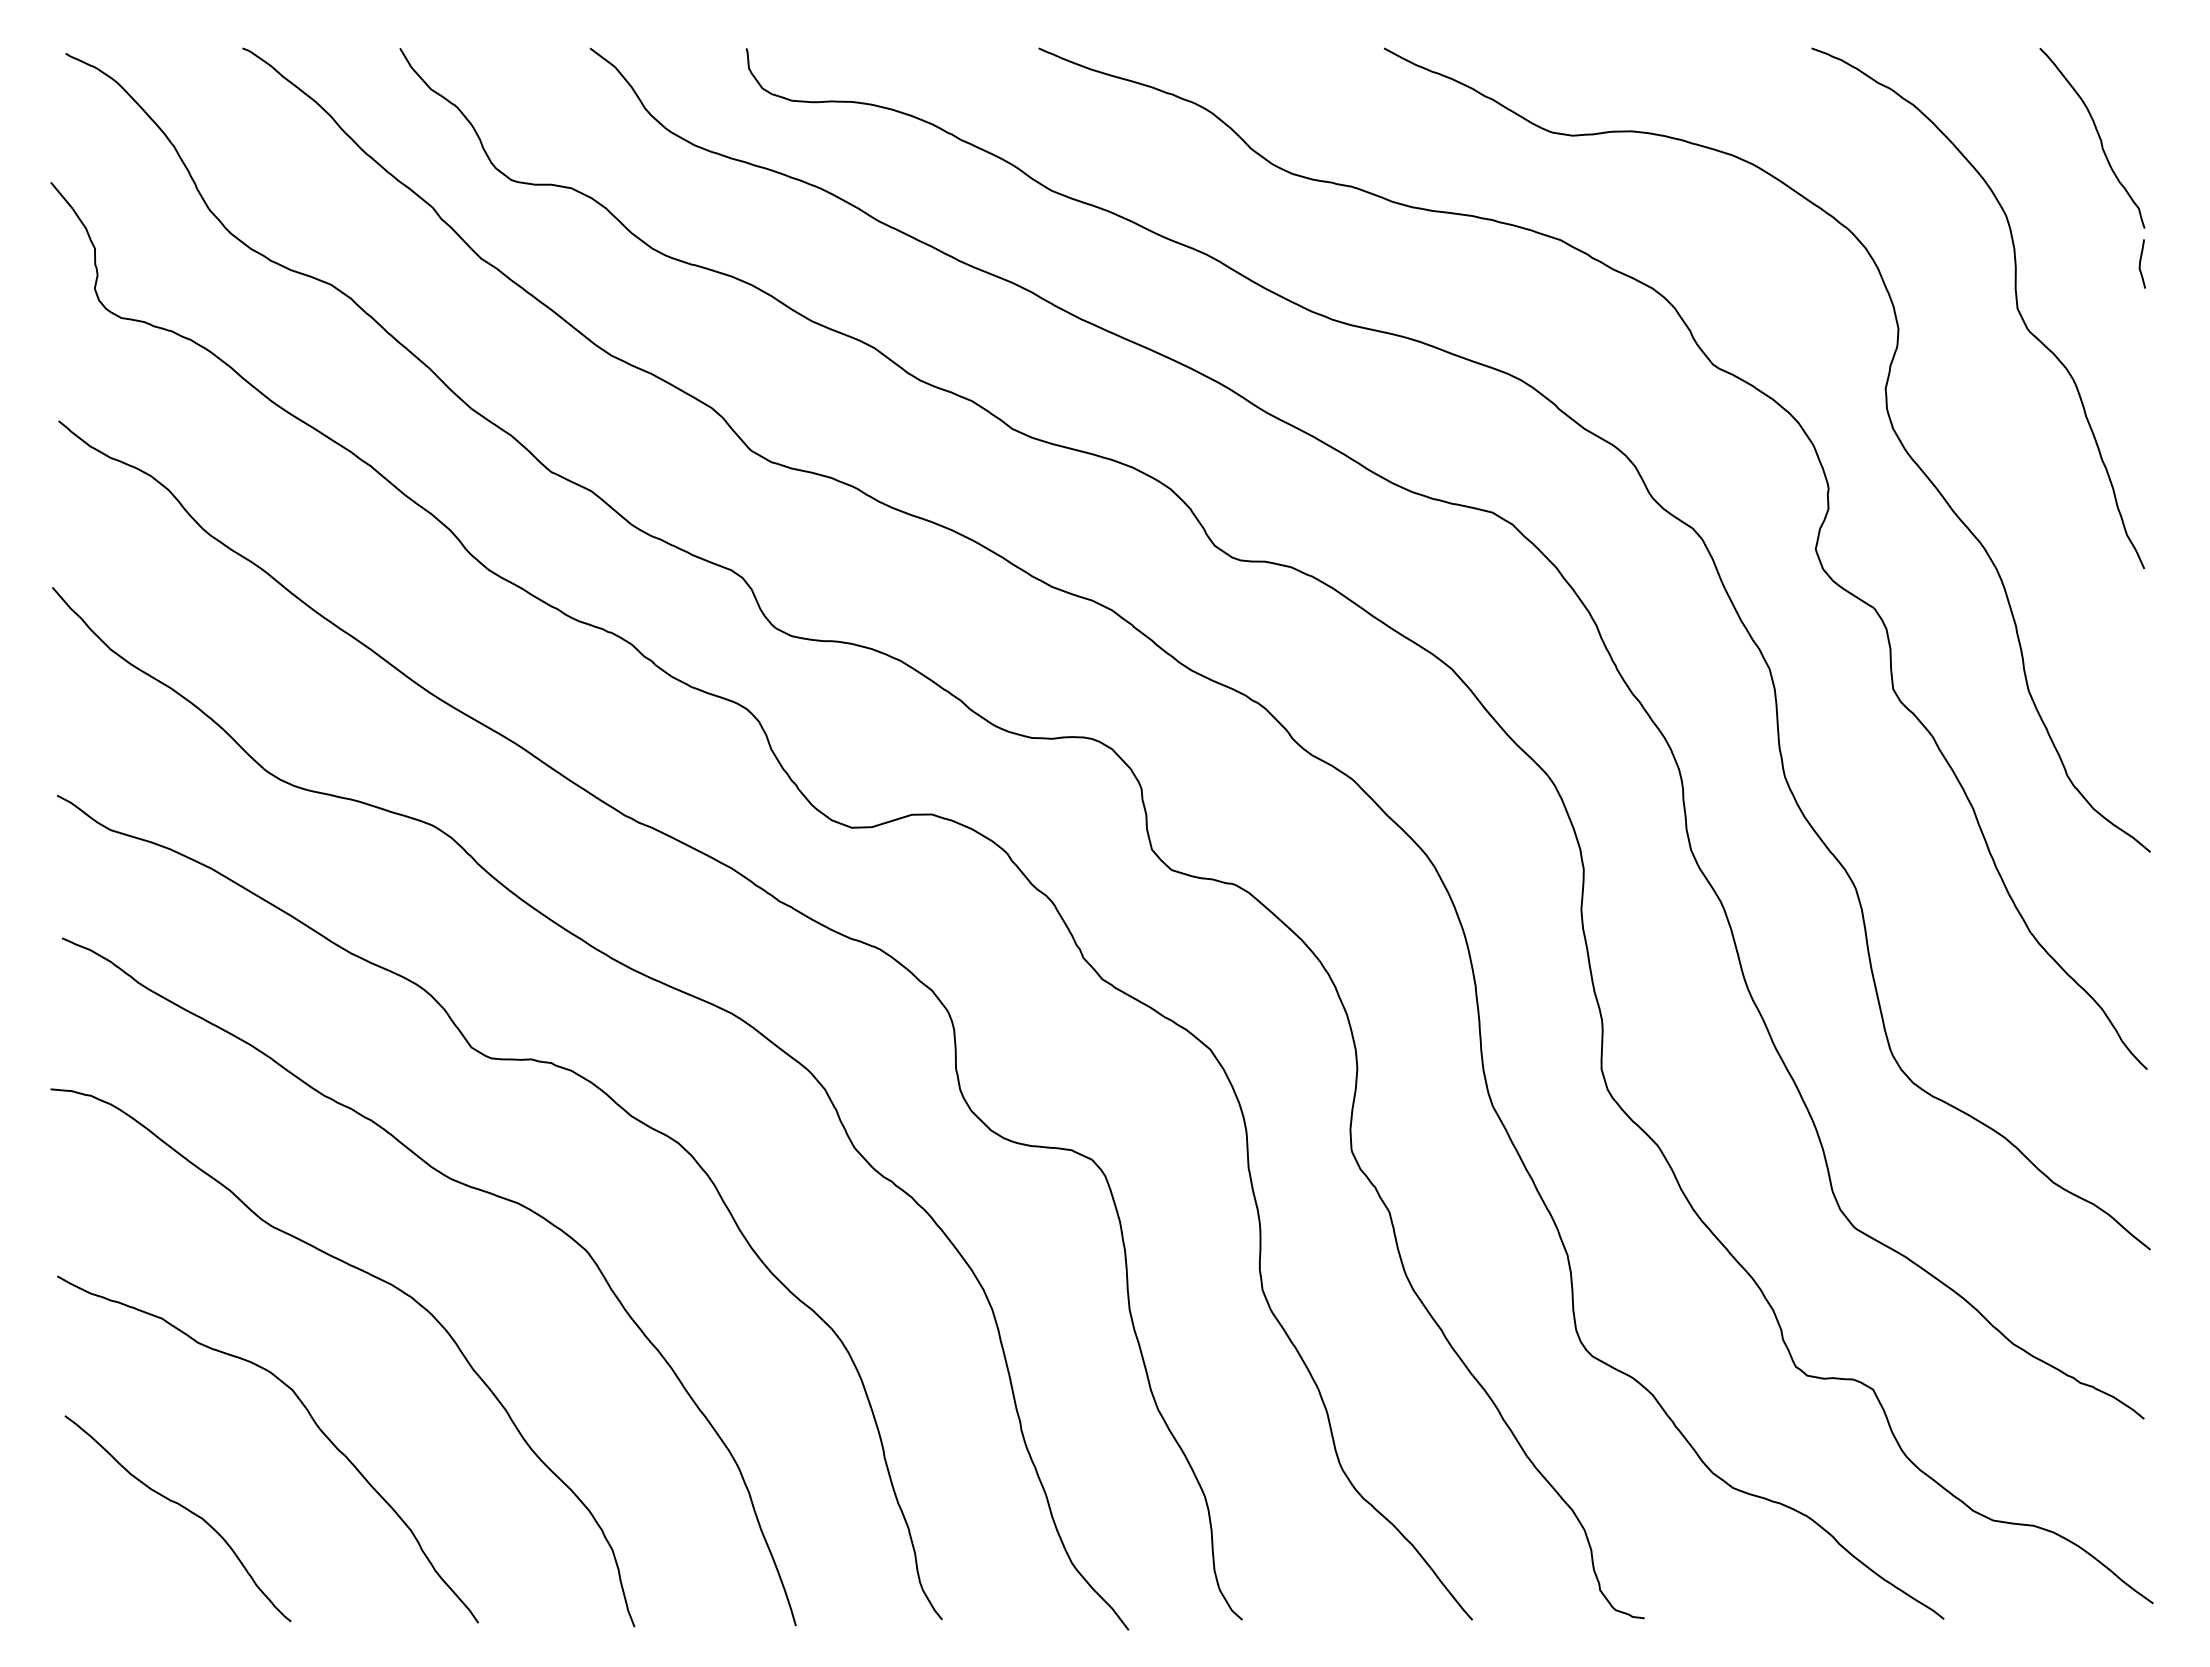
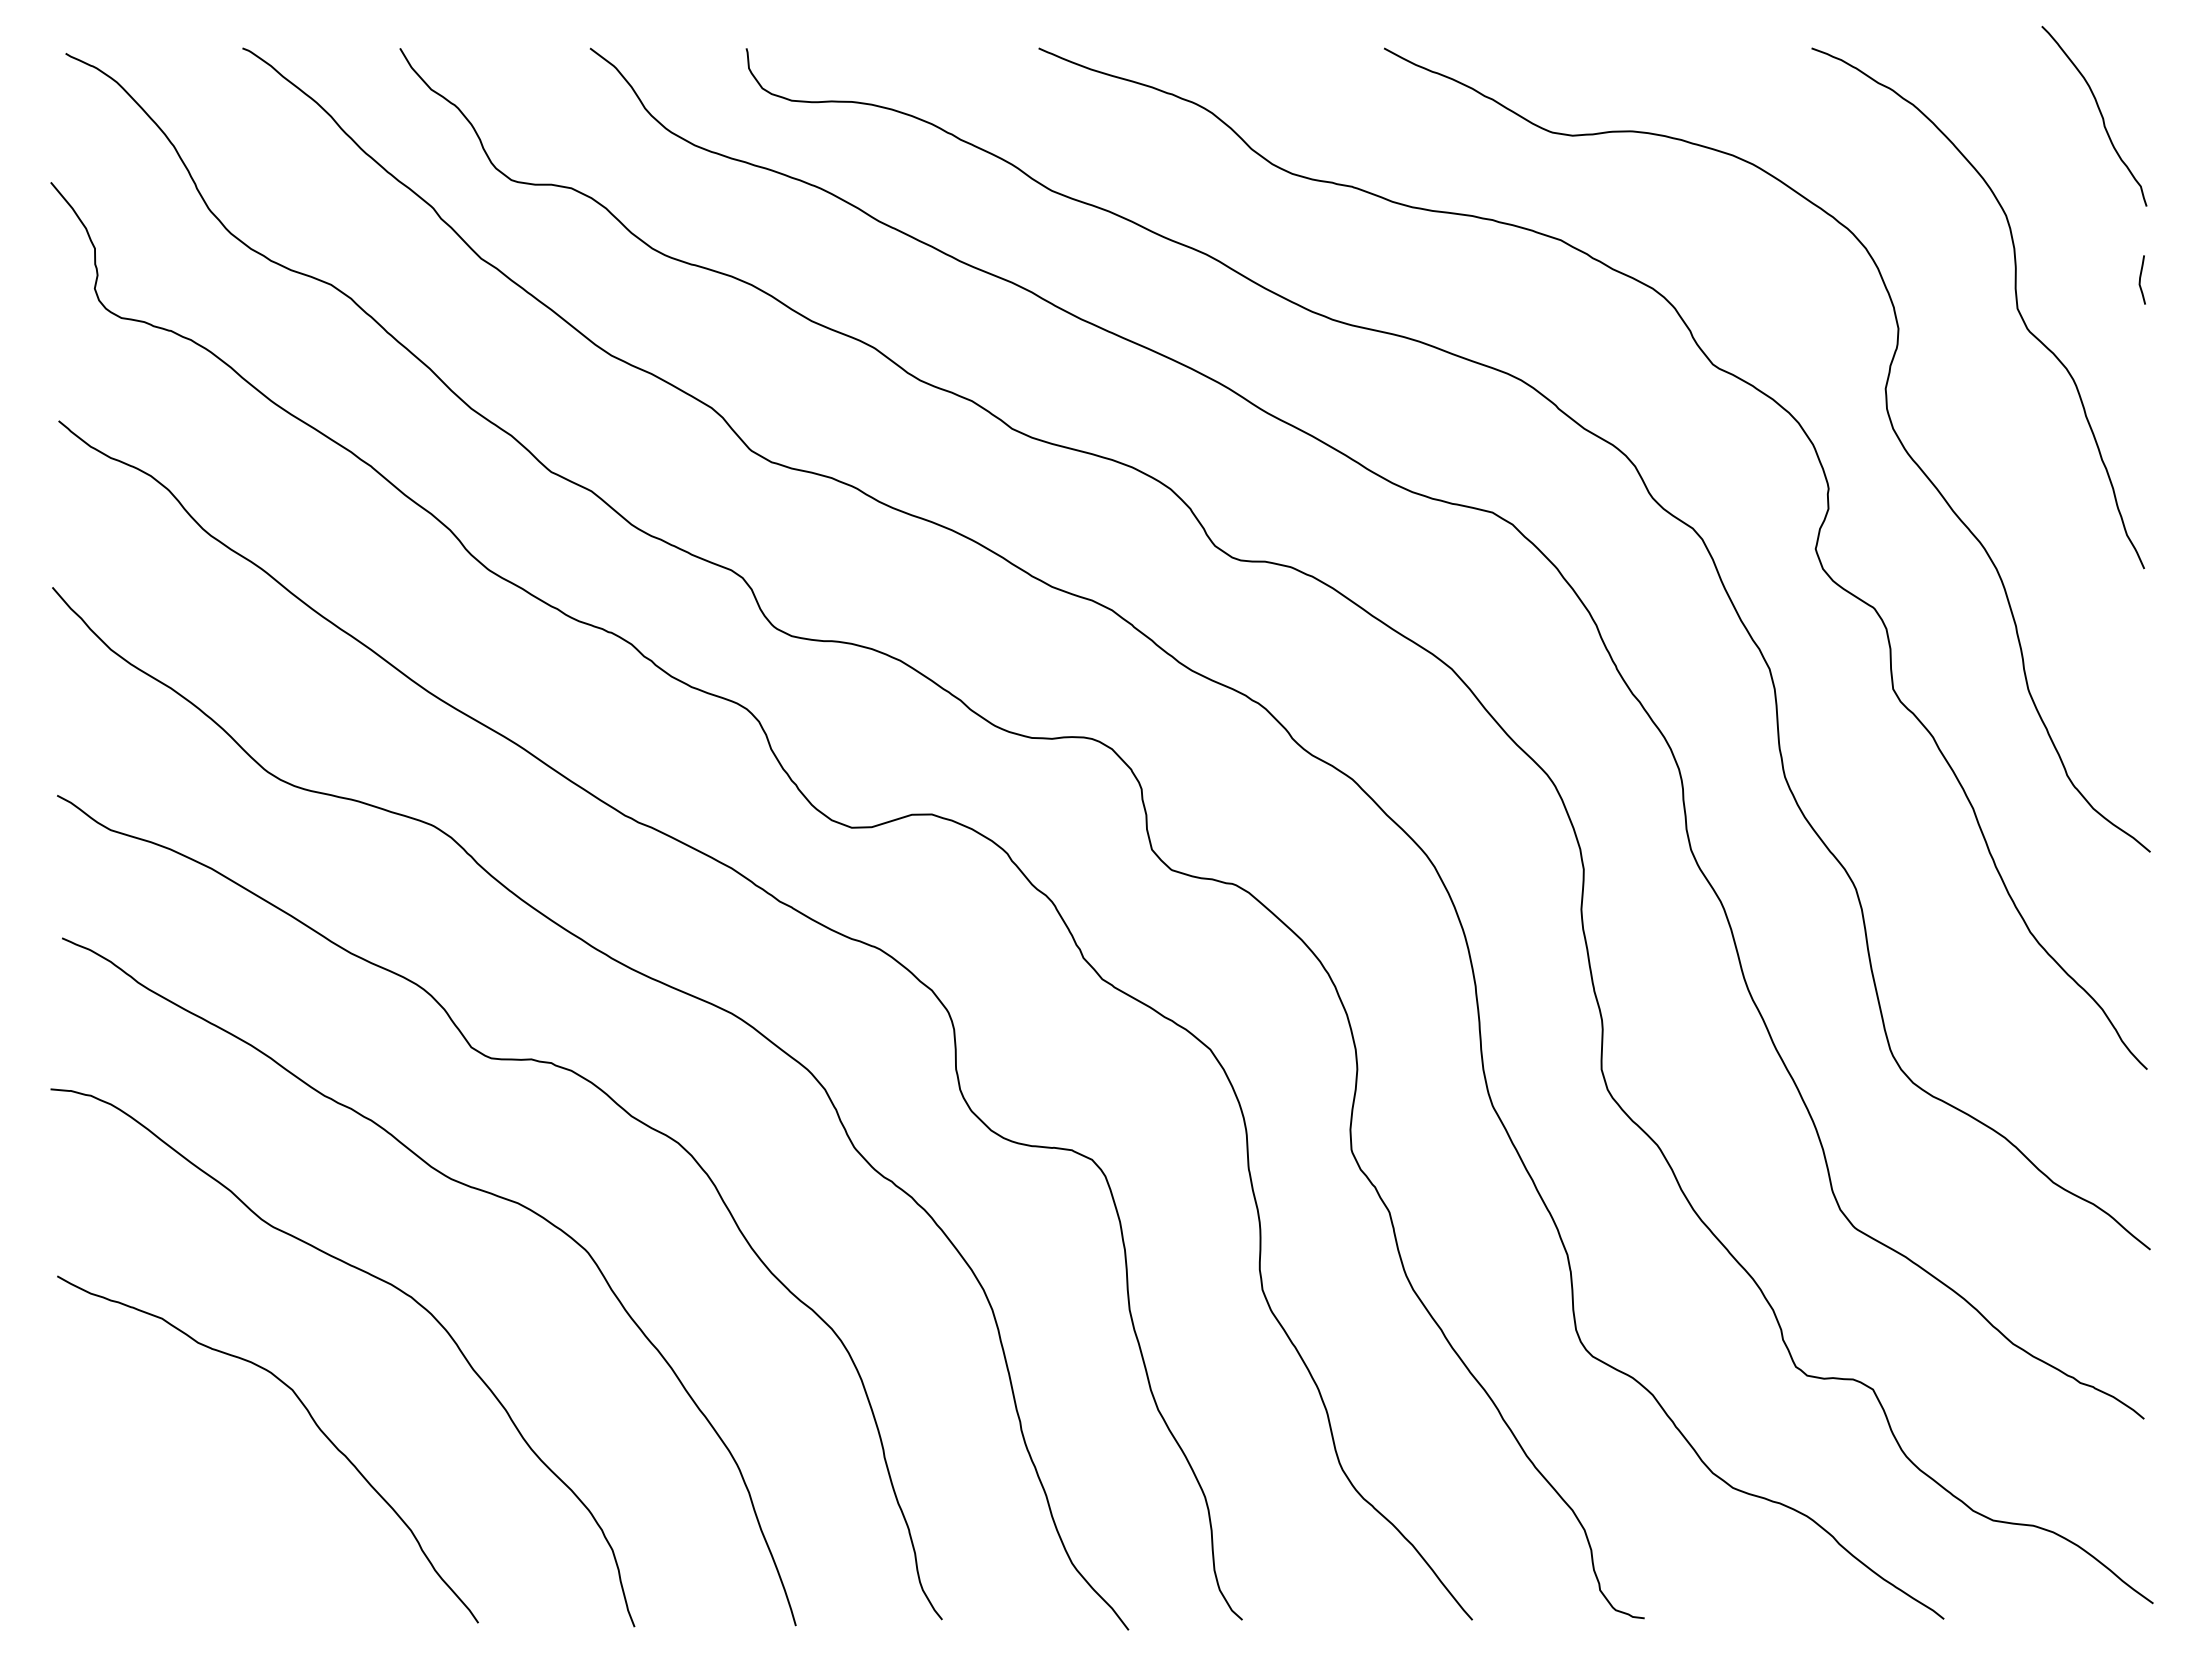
curve at (2098, 137) position: (2098, 137) -> (2100, 115)
curve at (2140, 263) position: (2140, 263) -> (2140, 279)
curve at (183, 1508): present -> none
